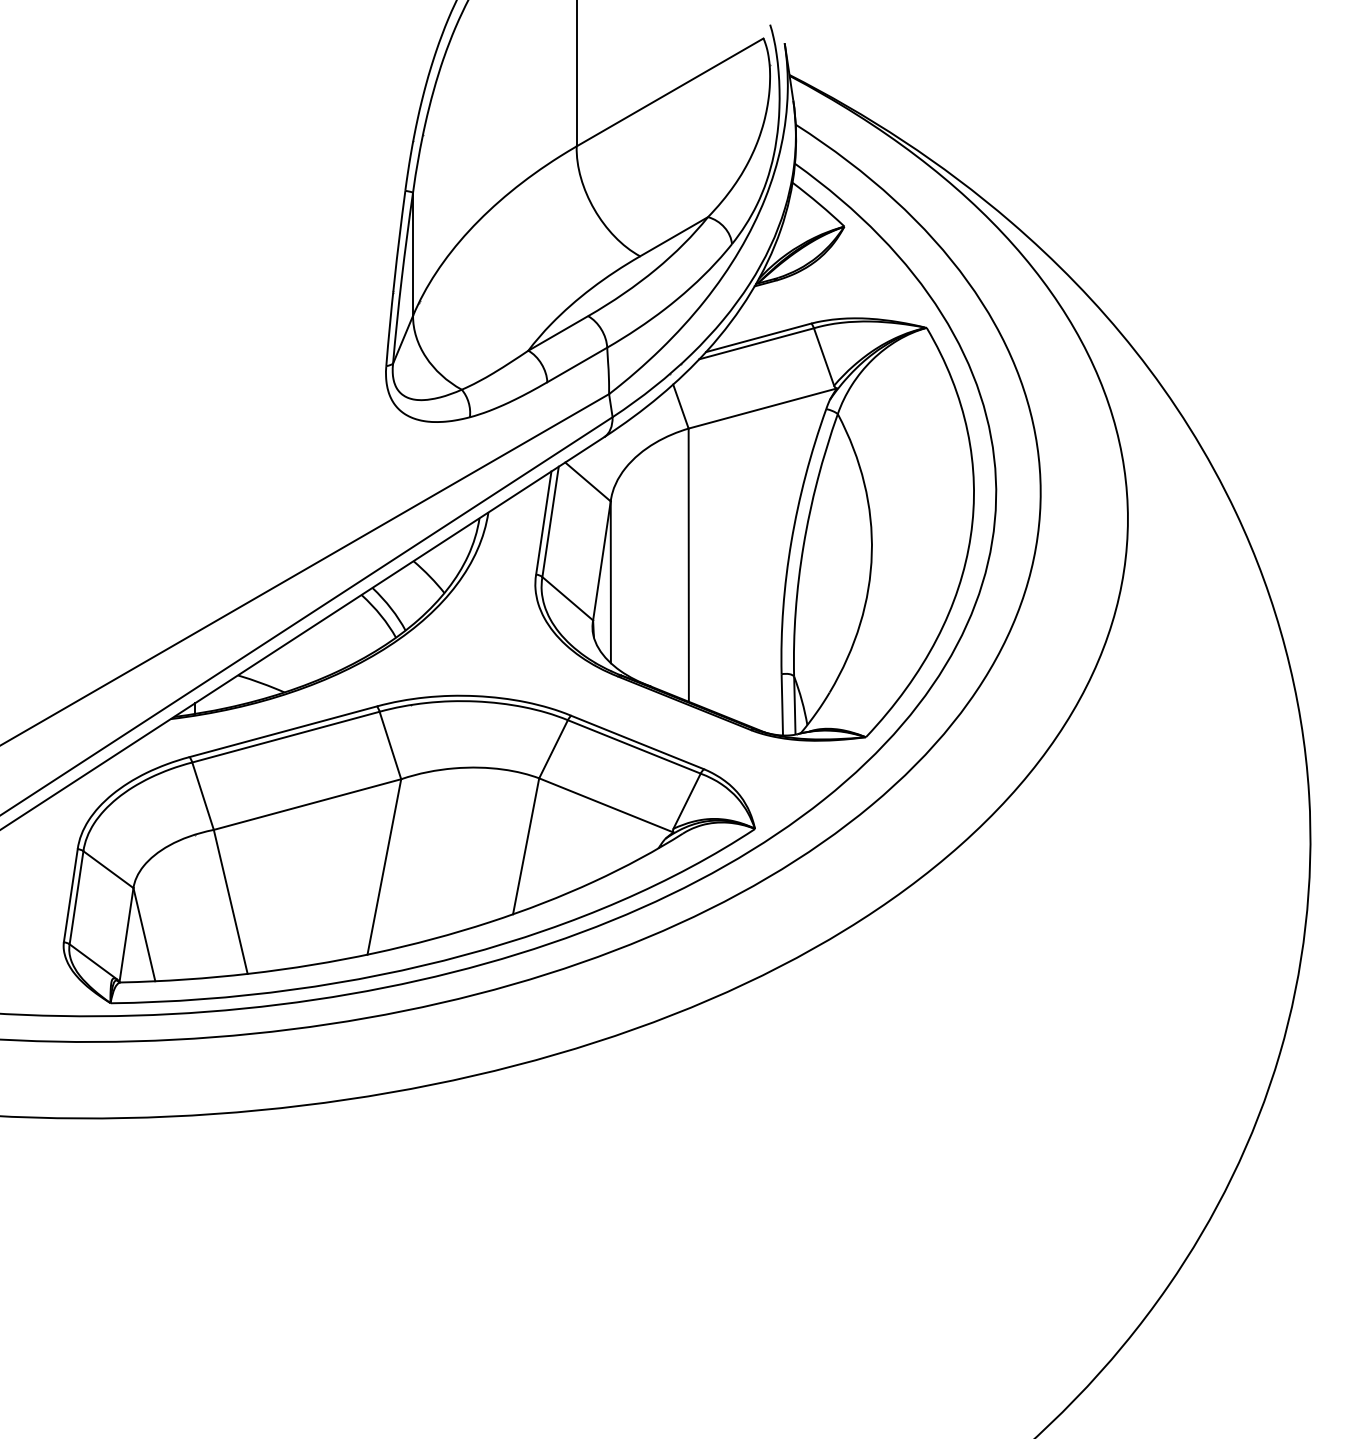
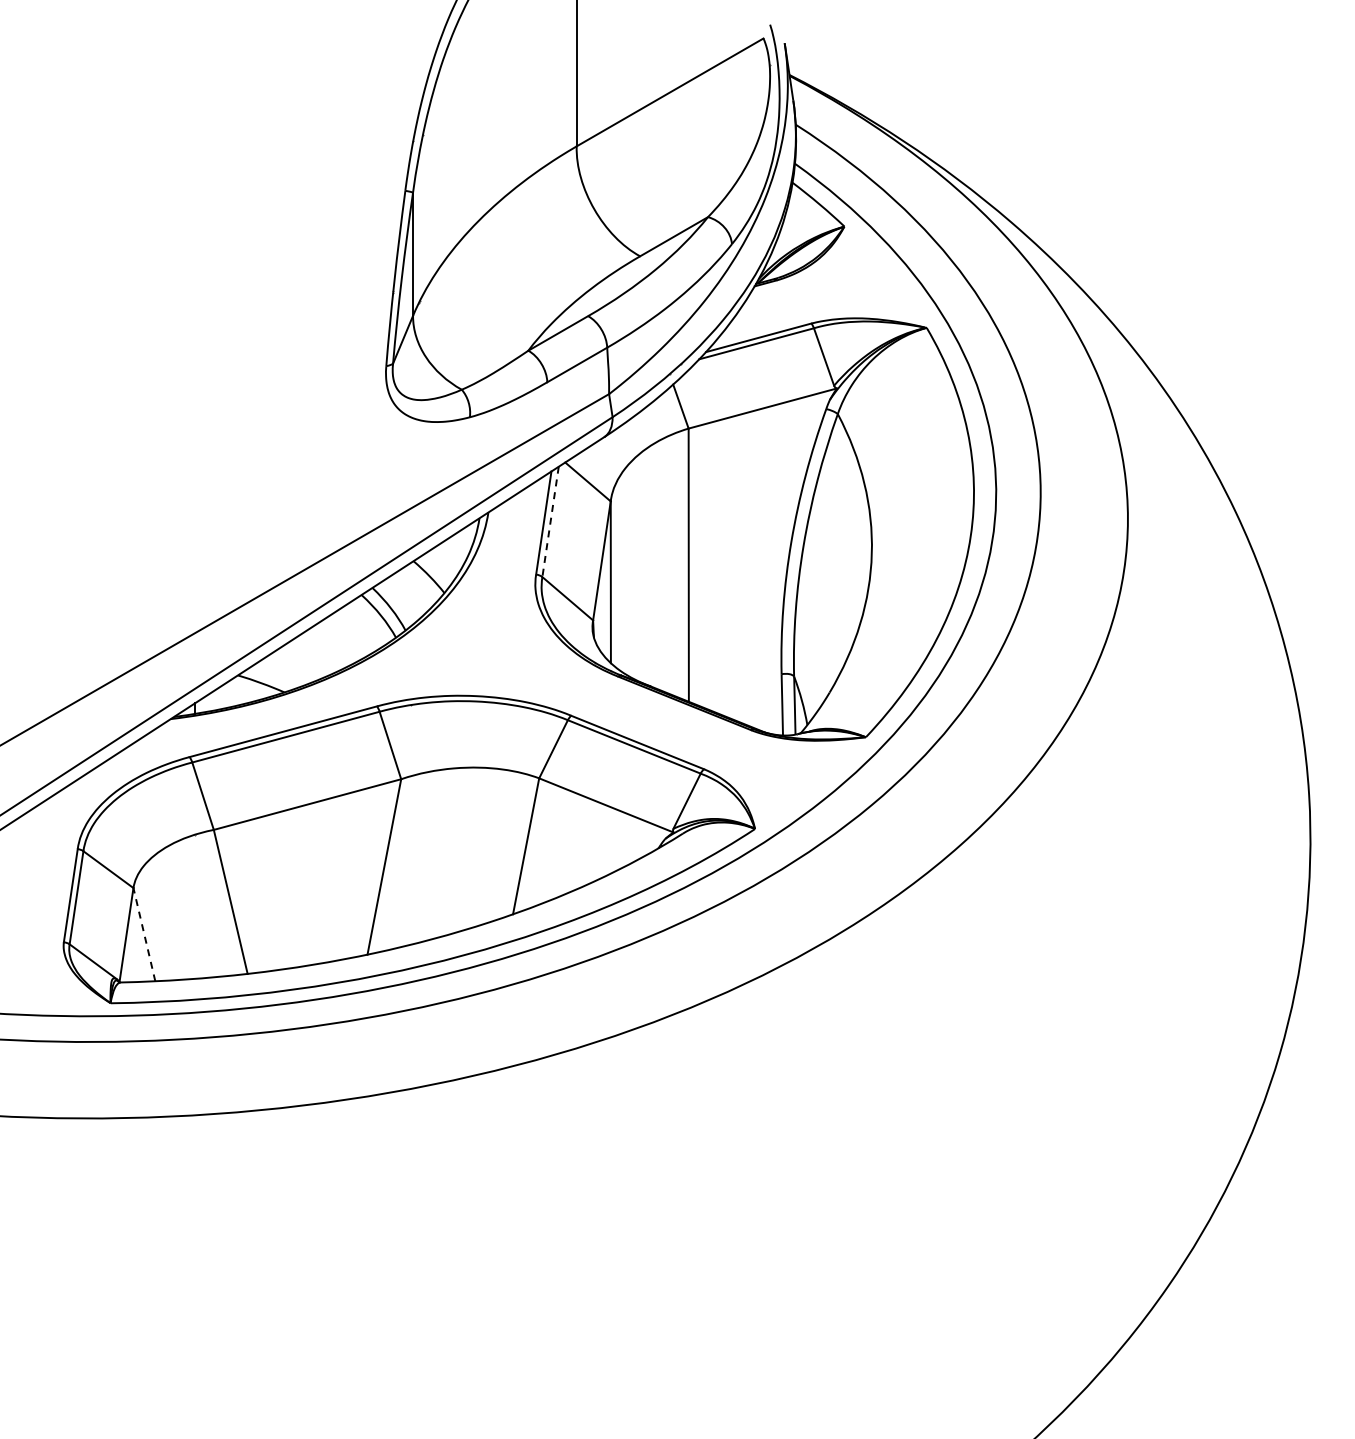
line at (550, 521): solid -> dashed
line at (144, 934): solid -> dashed
